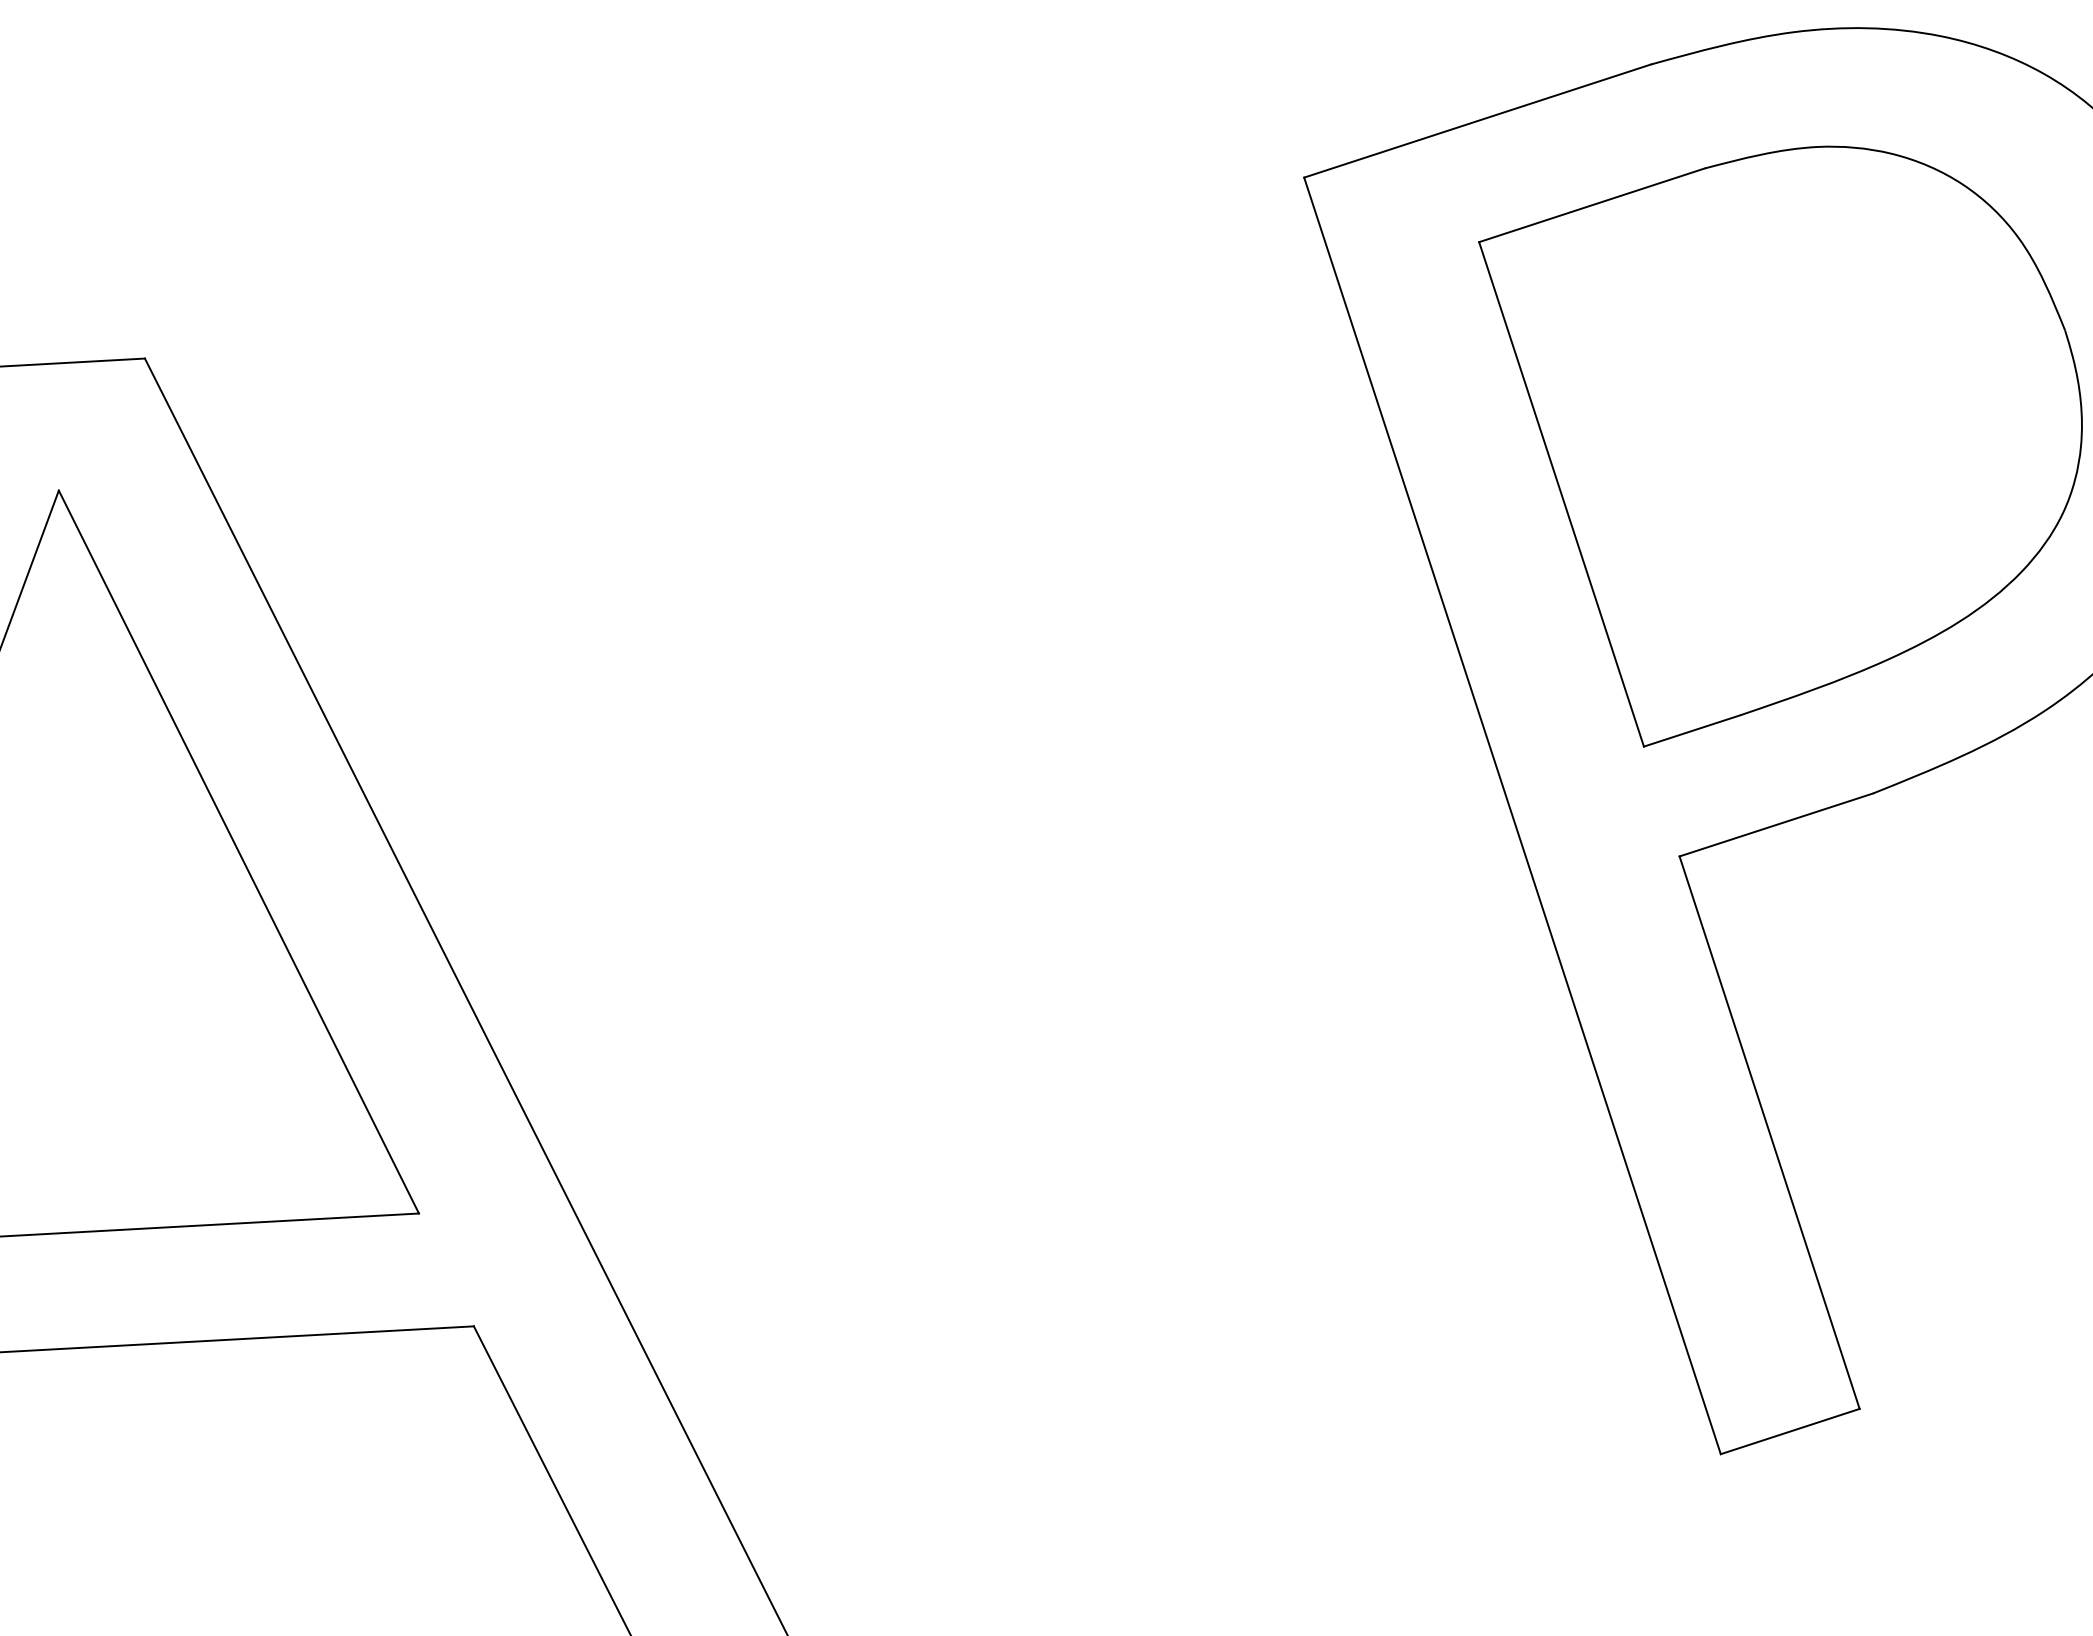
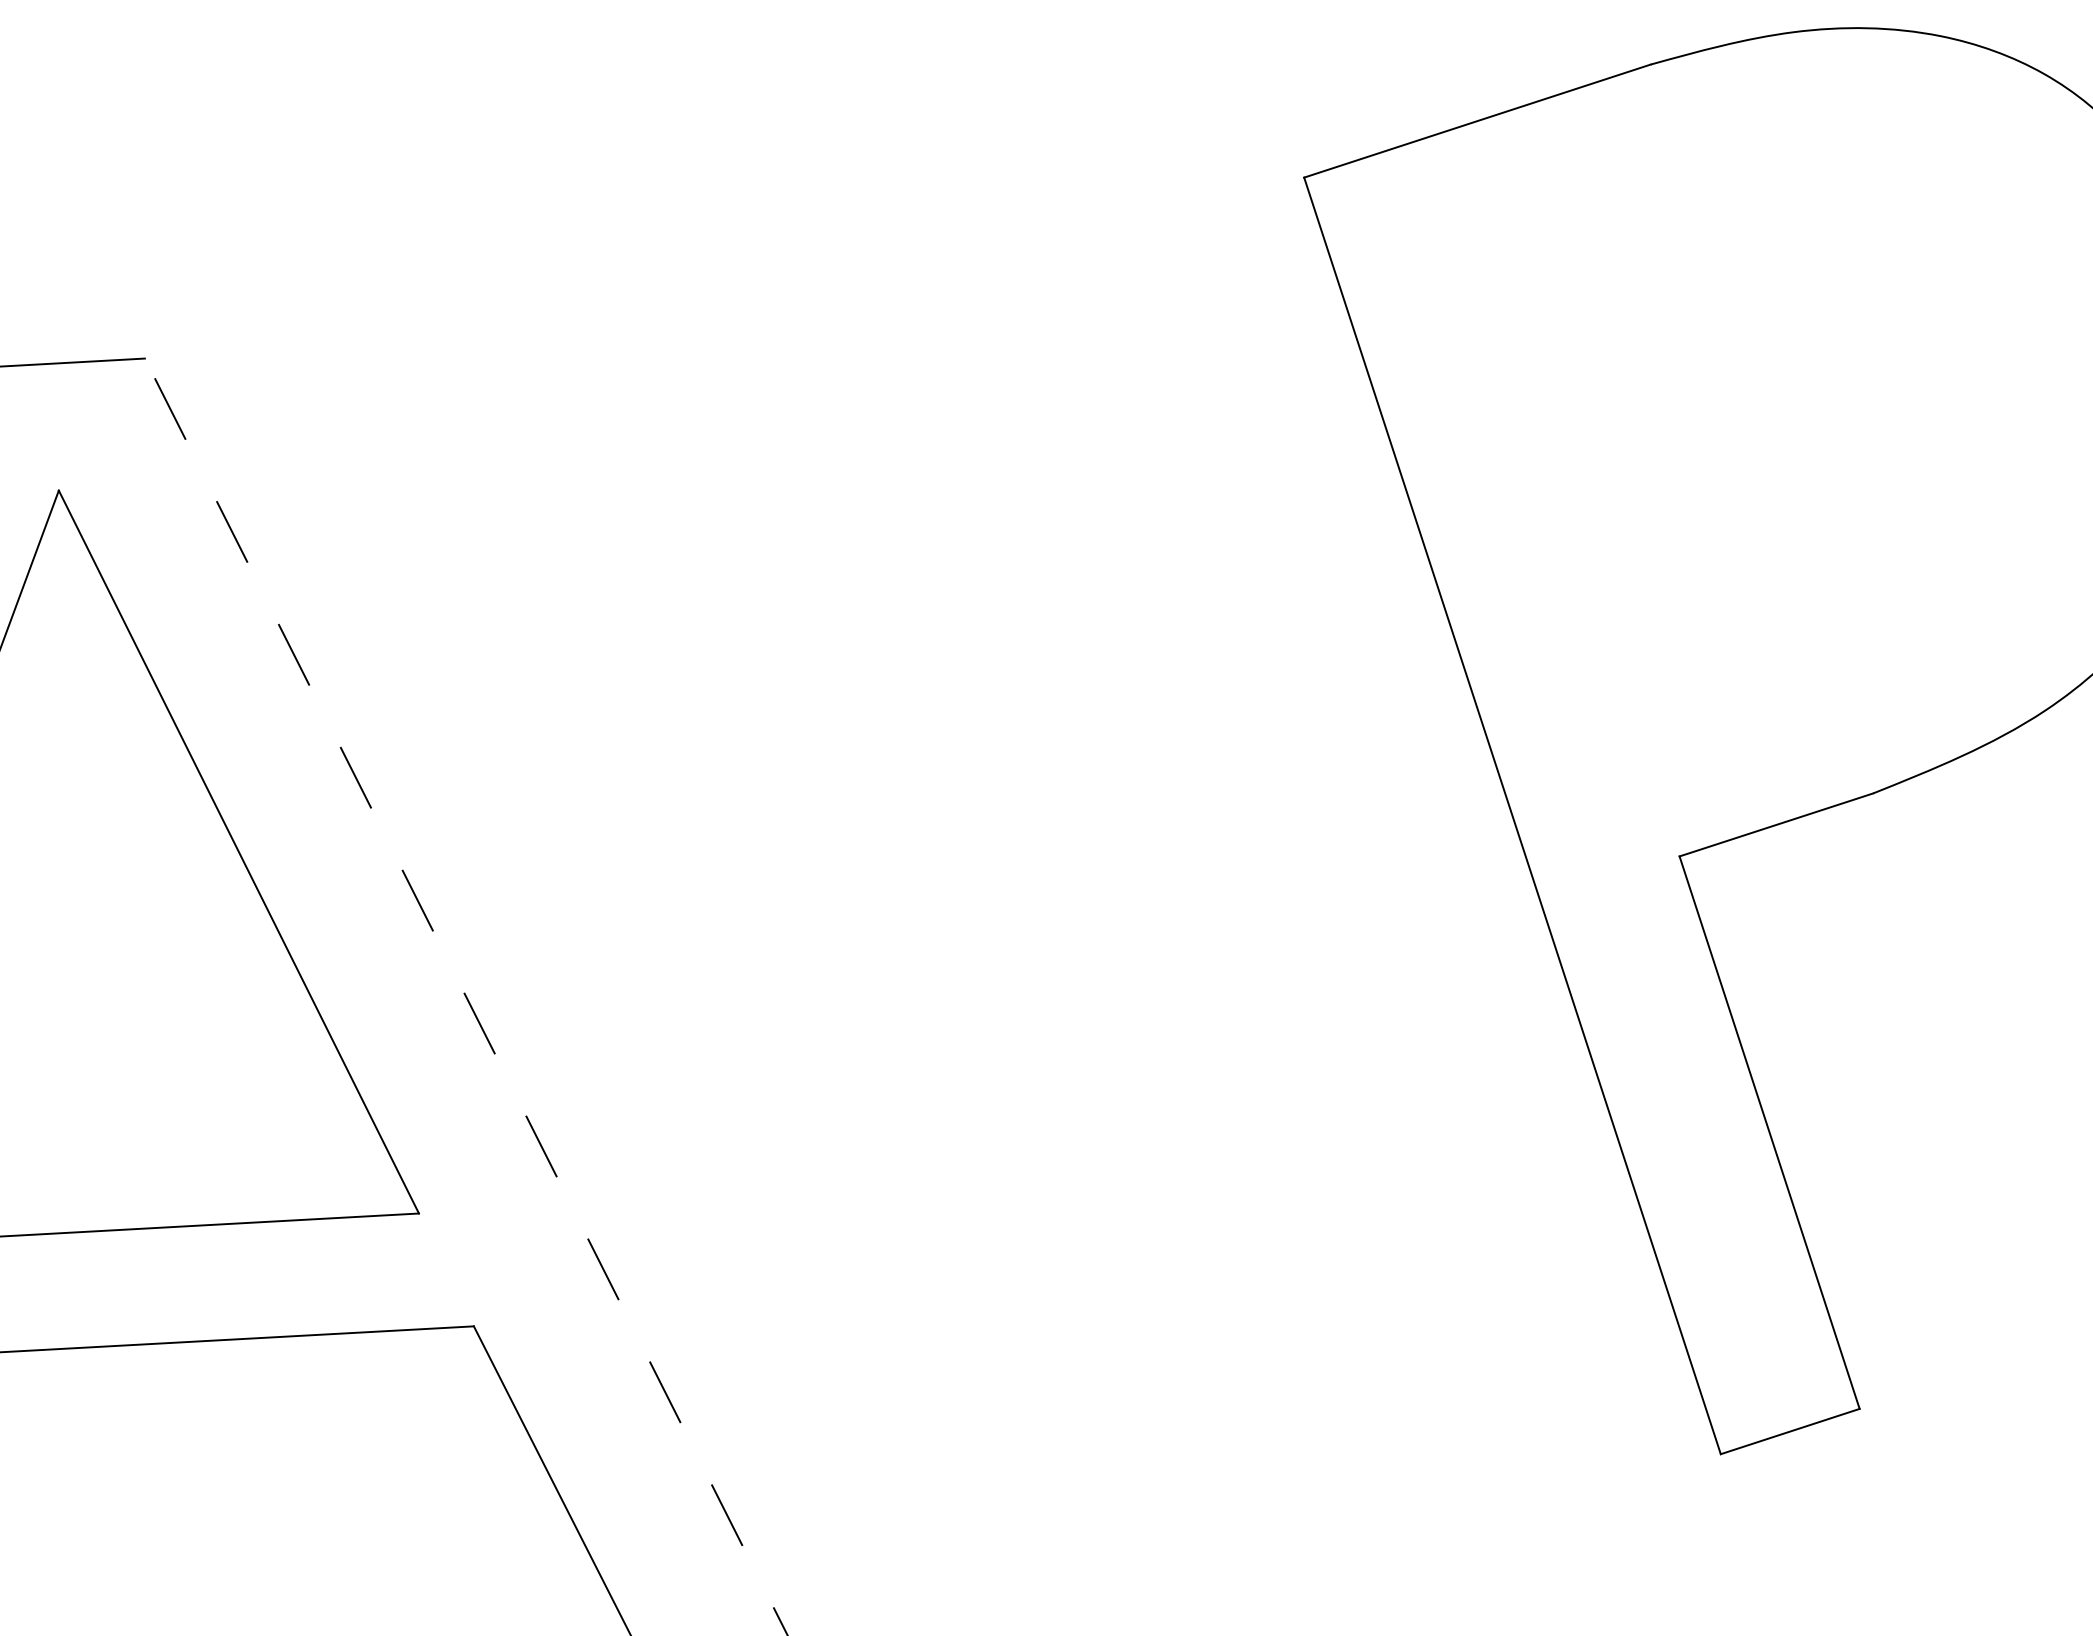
part at (1780, 446): present -> none
line at (466, 997): solid -> dashed
